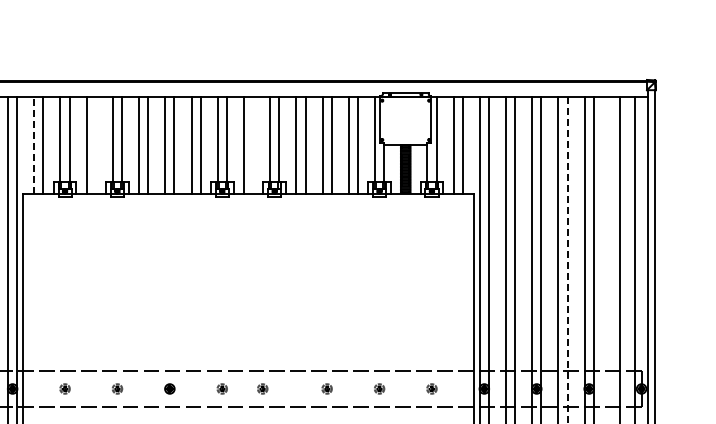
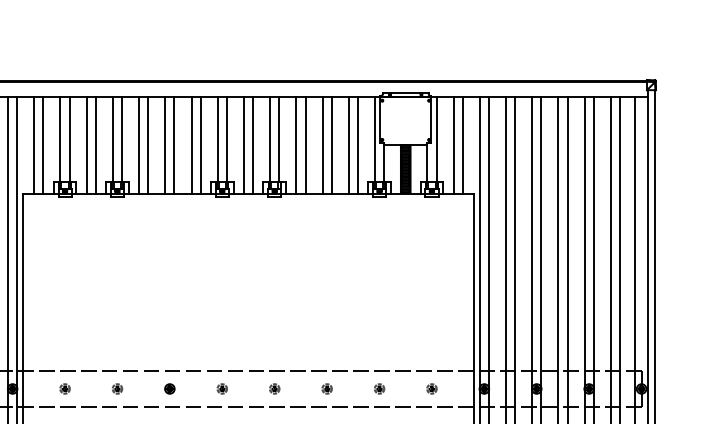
line at (34, 144): dashed -> solid
line at (95, 145): none -> present
line at (253, 145): none -> present
line at (610, 258): none -> present
line at (567, 260): dashed -> solid
part at (262, 388) position: (262, 388) -> (274, 388)
